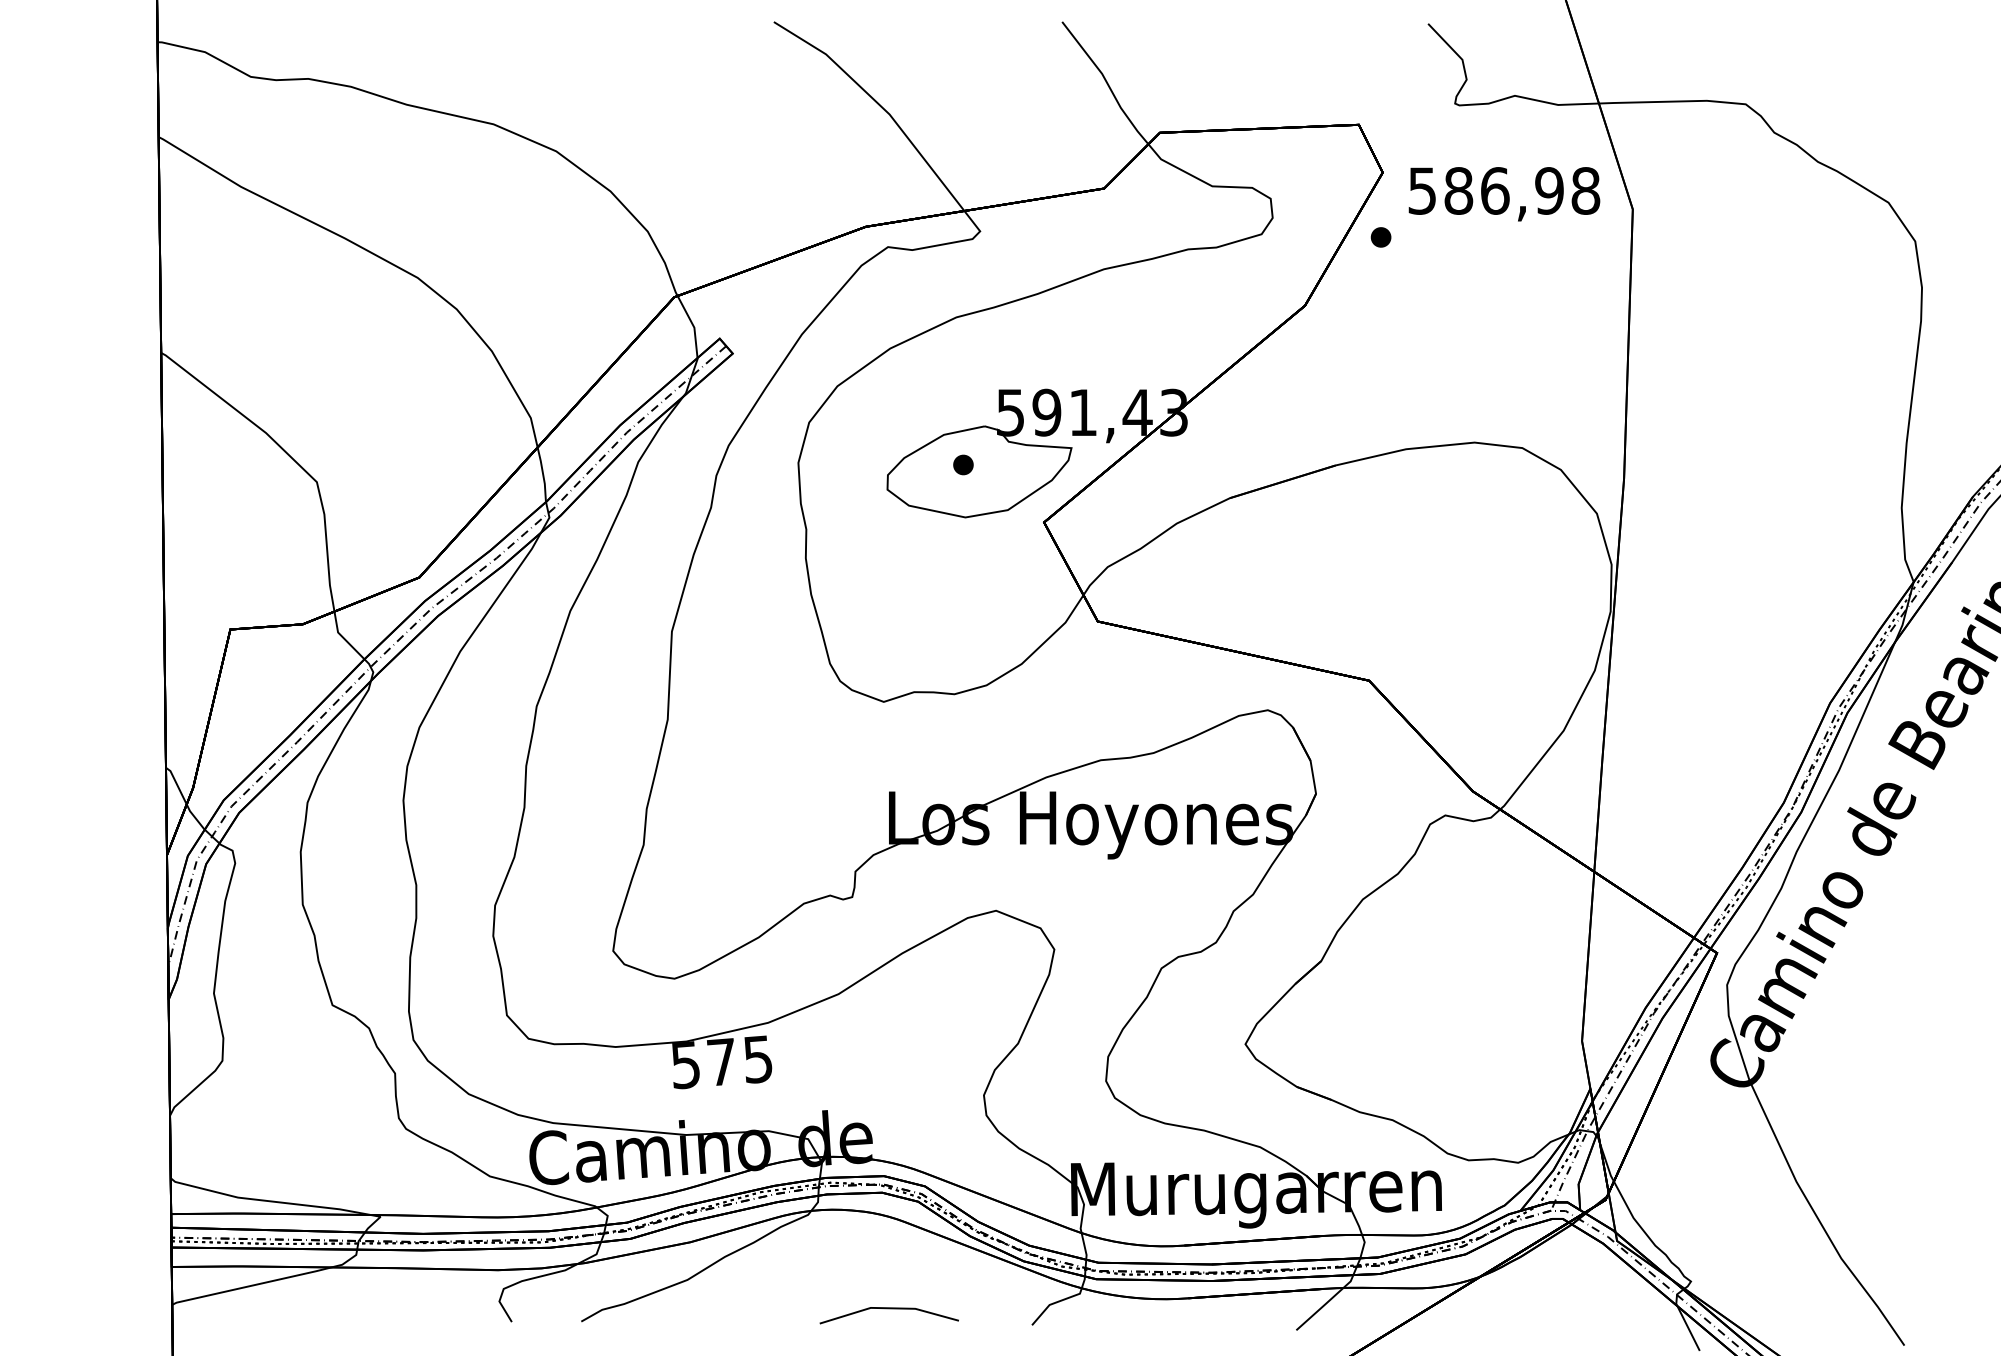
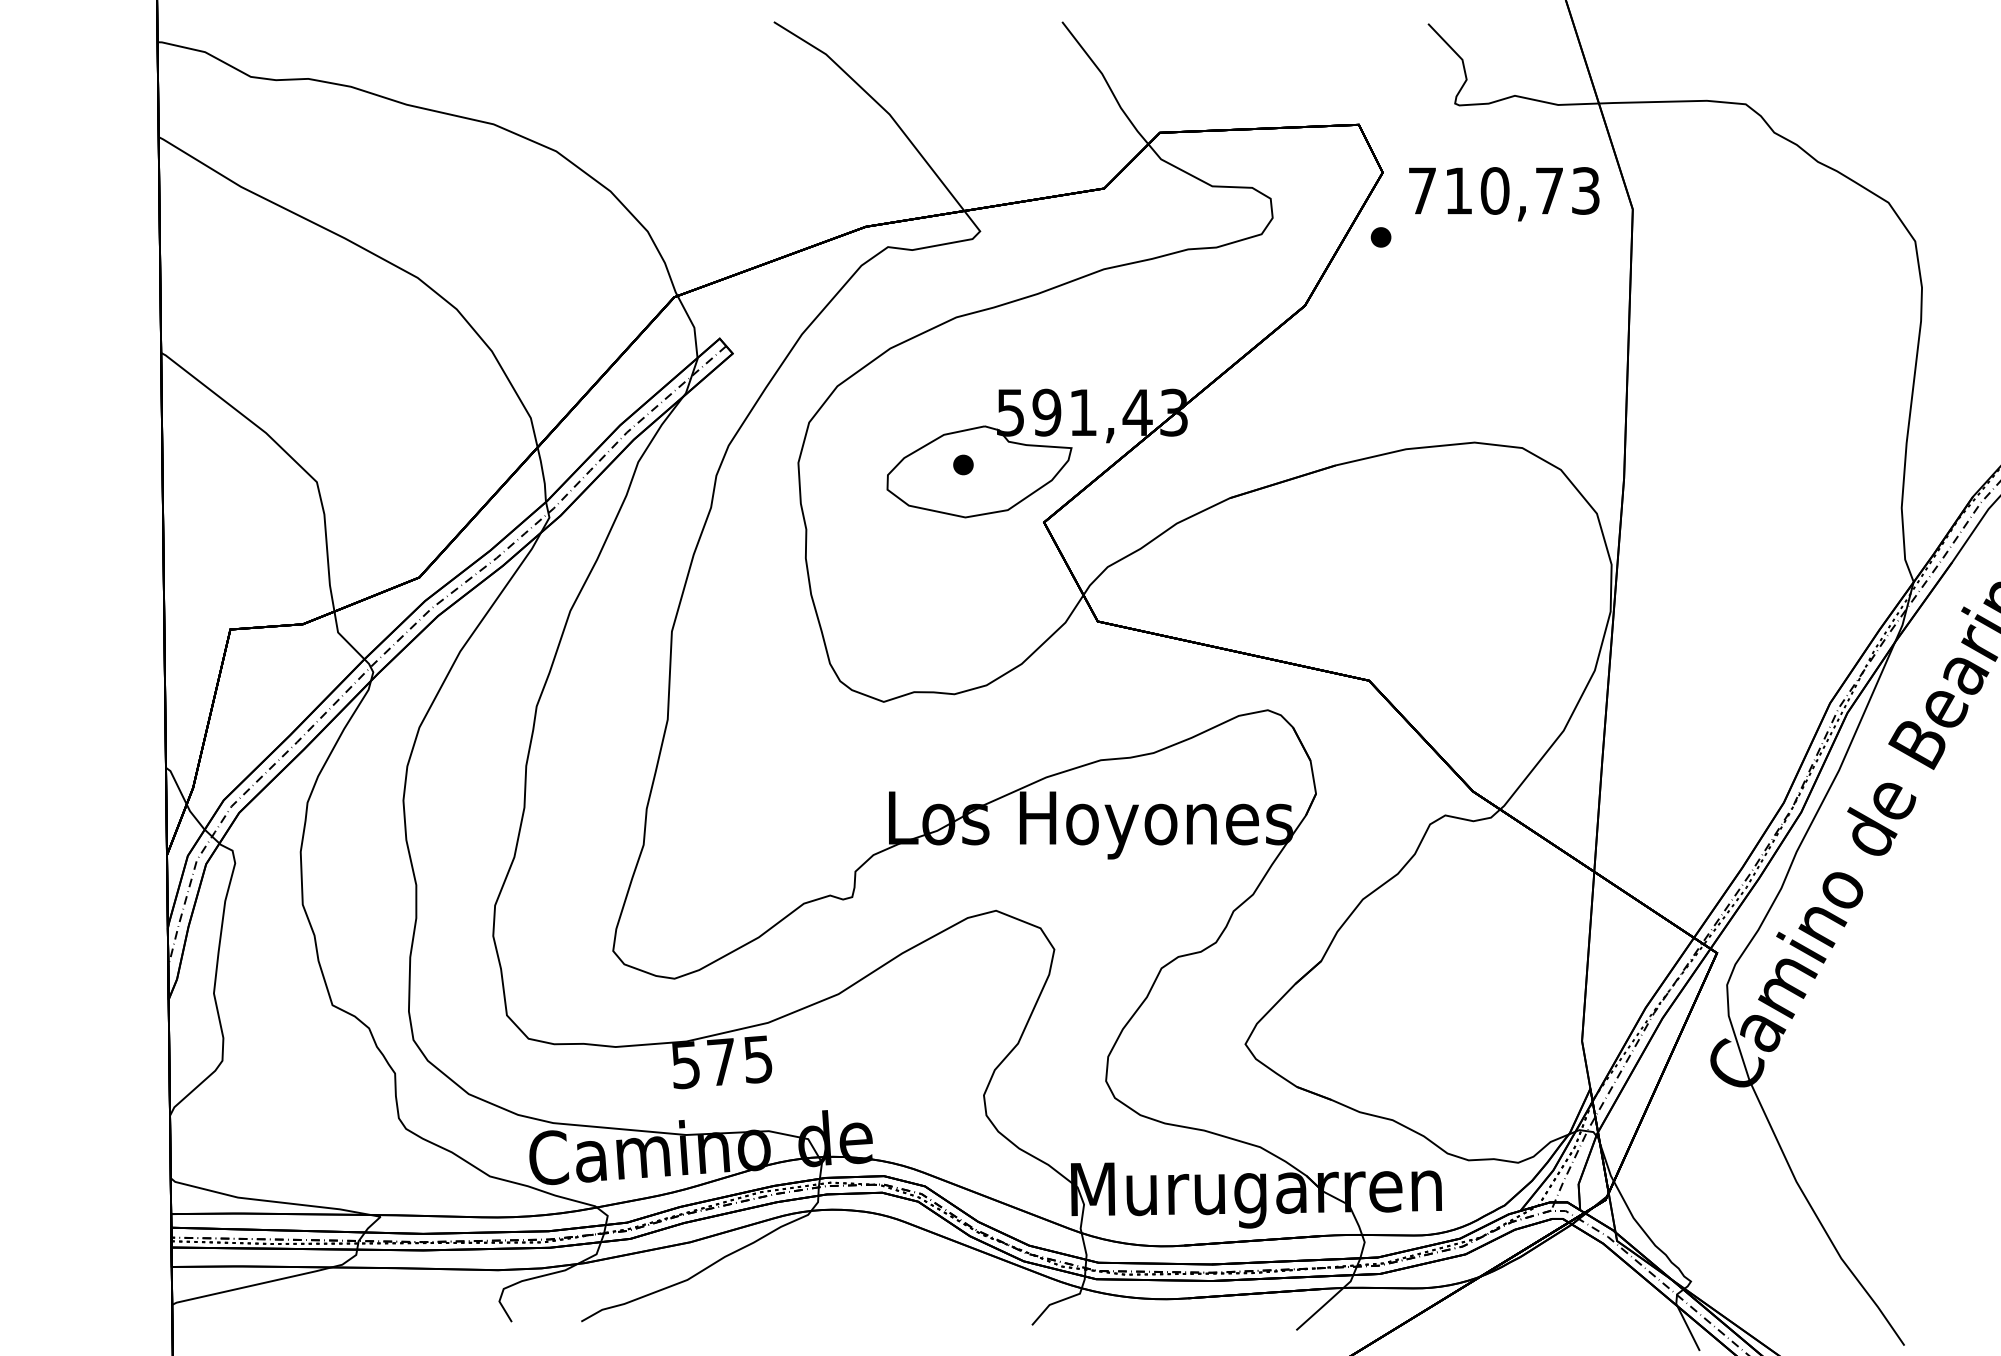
text at (1504, 190): 586,98 -> 710,73
line at (888, 1309): present -> none
